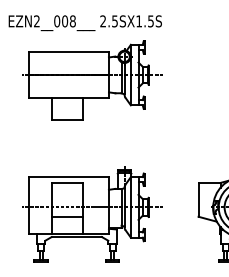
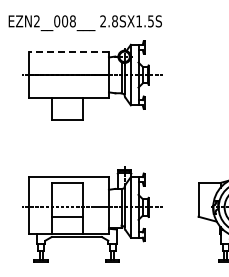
text at (114, 21): 2.5SX1.5S -> 2.8SX1.5S
line at (69, 51): solid -> dashed
